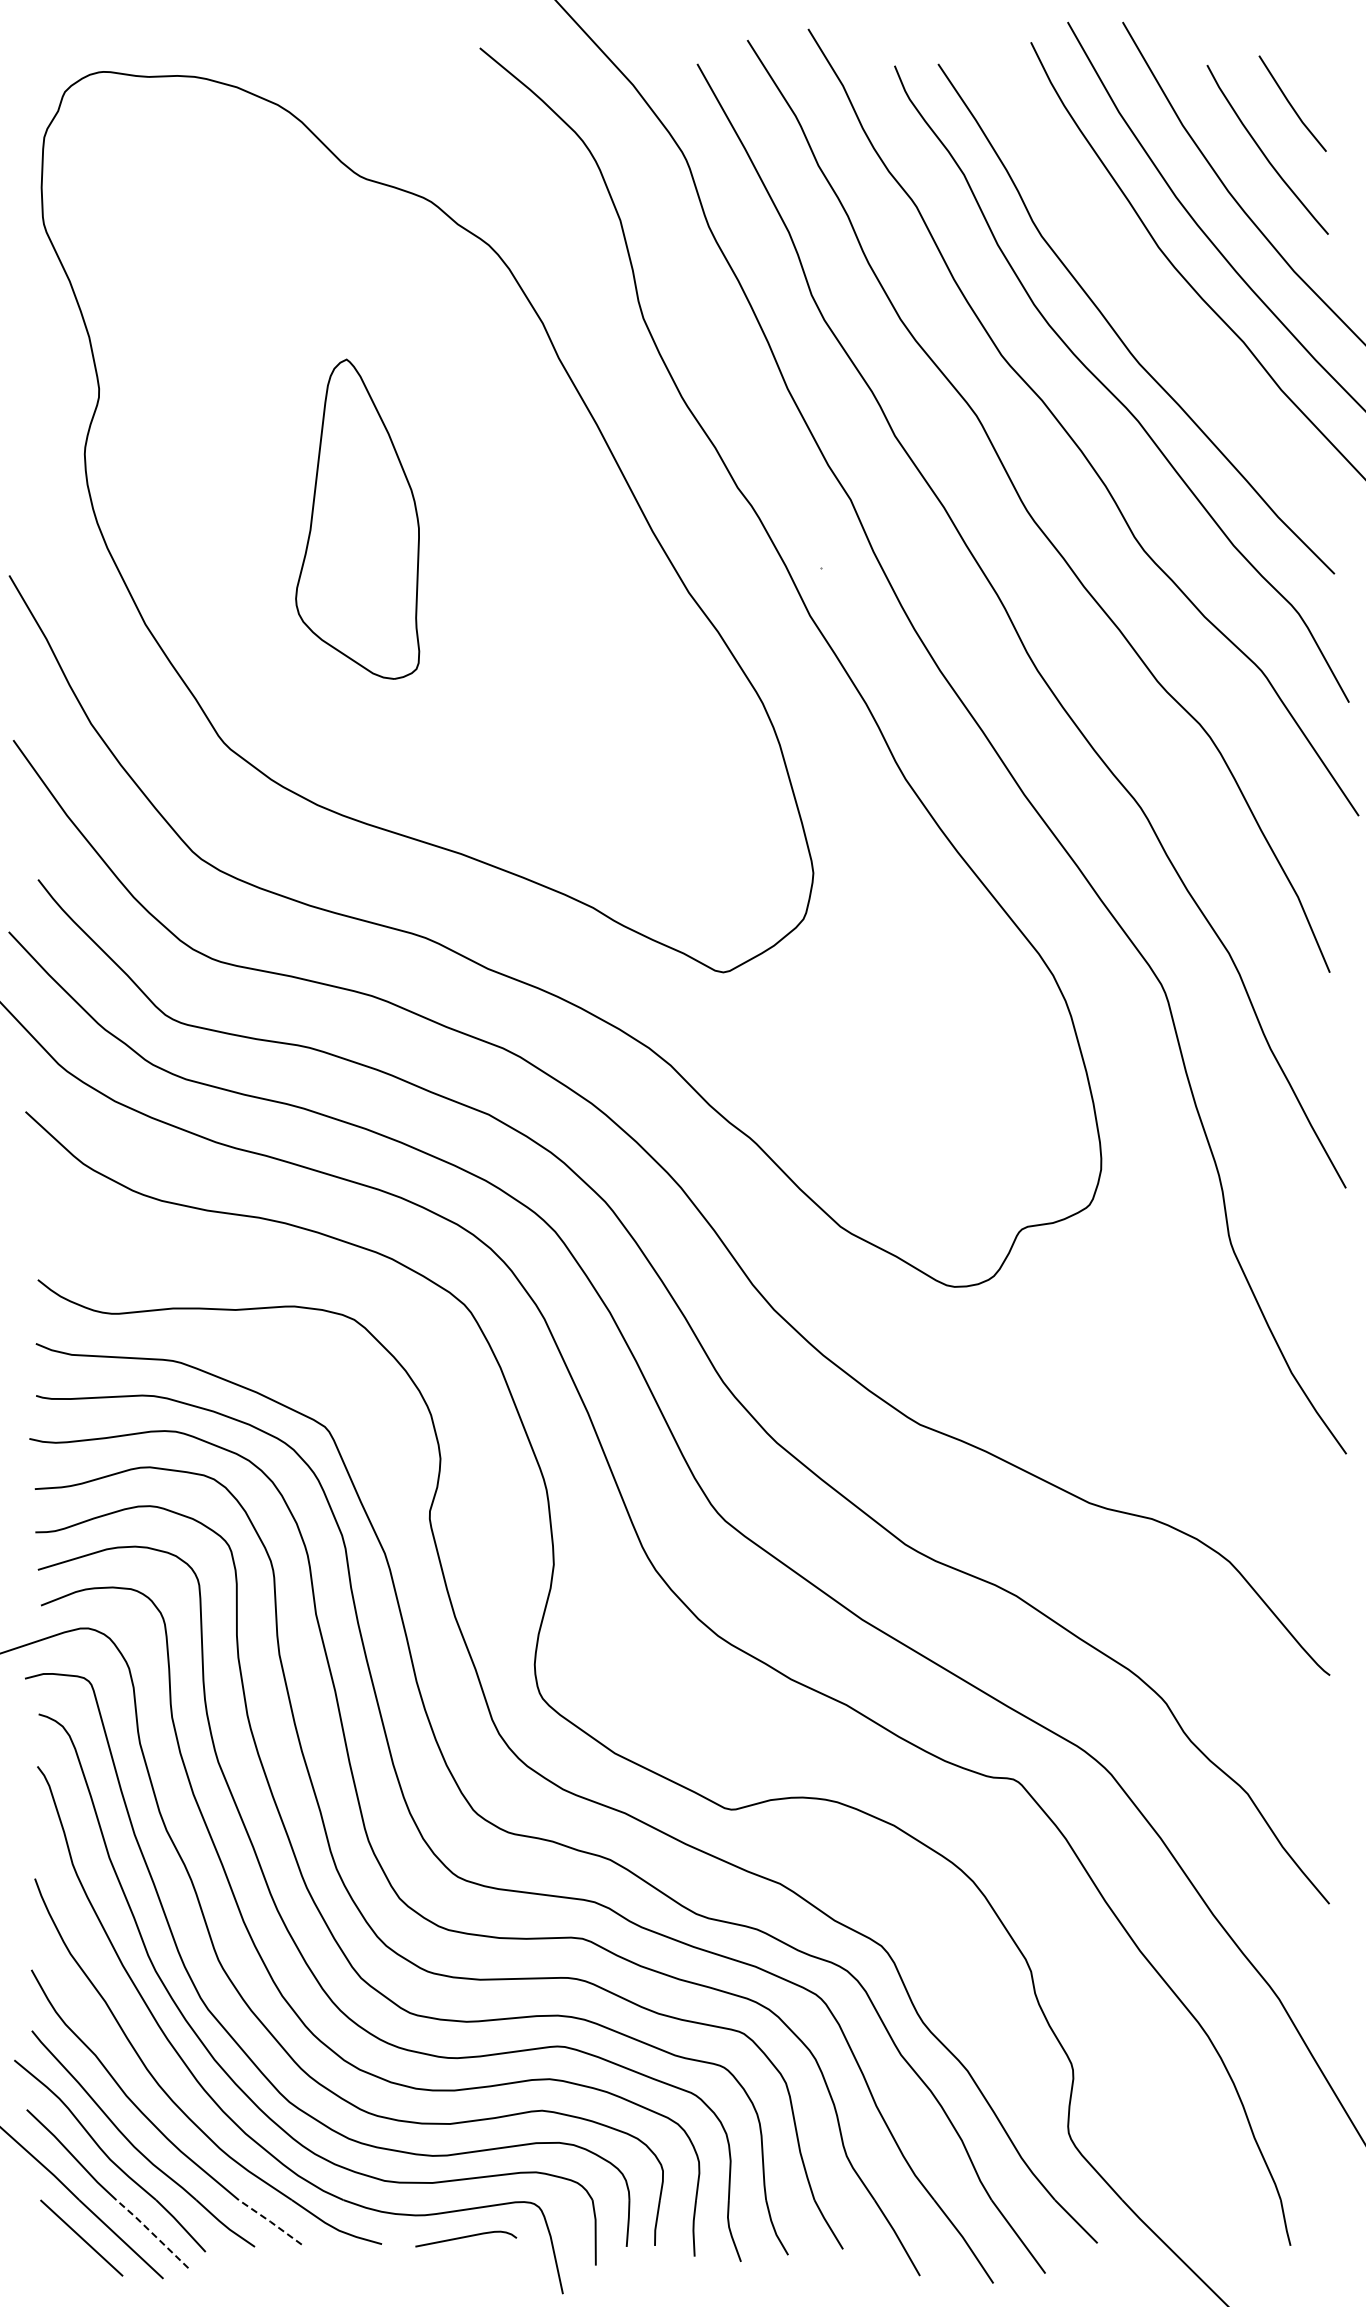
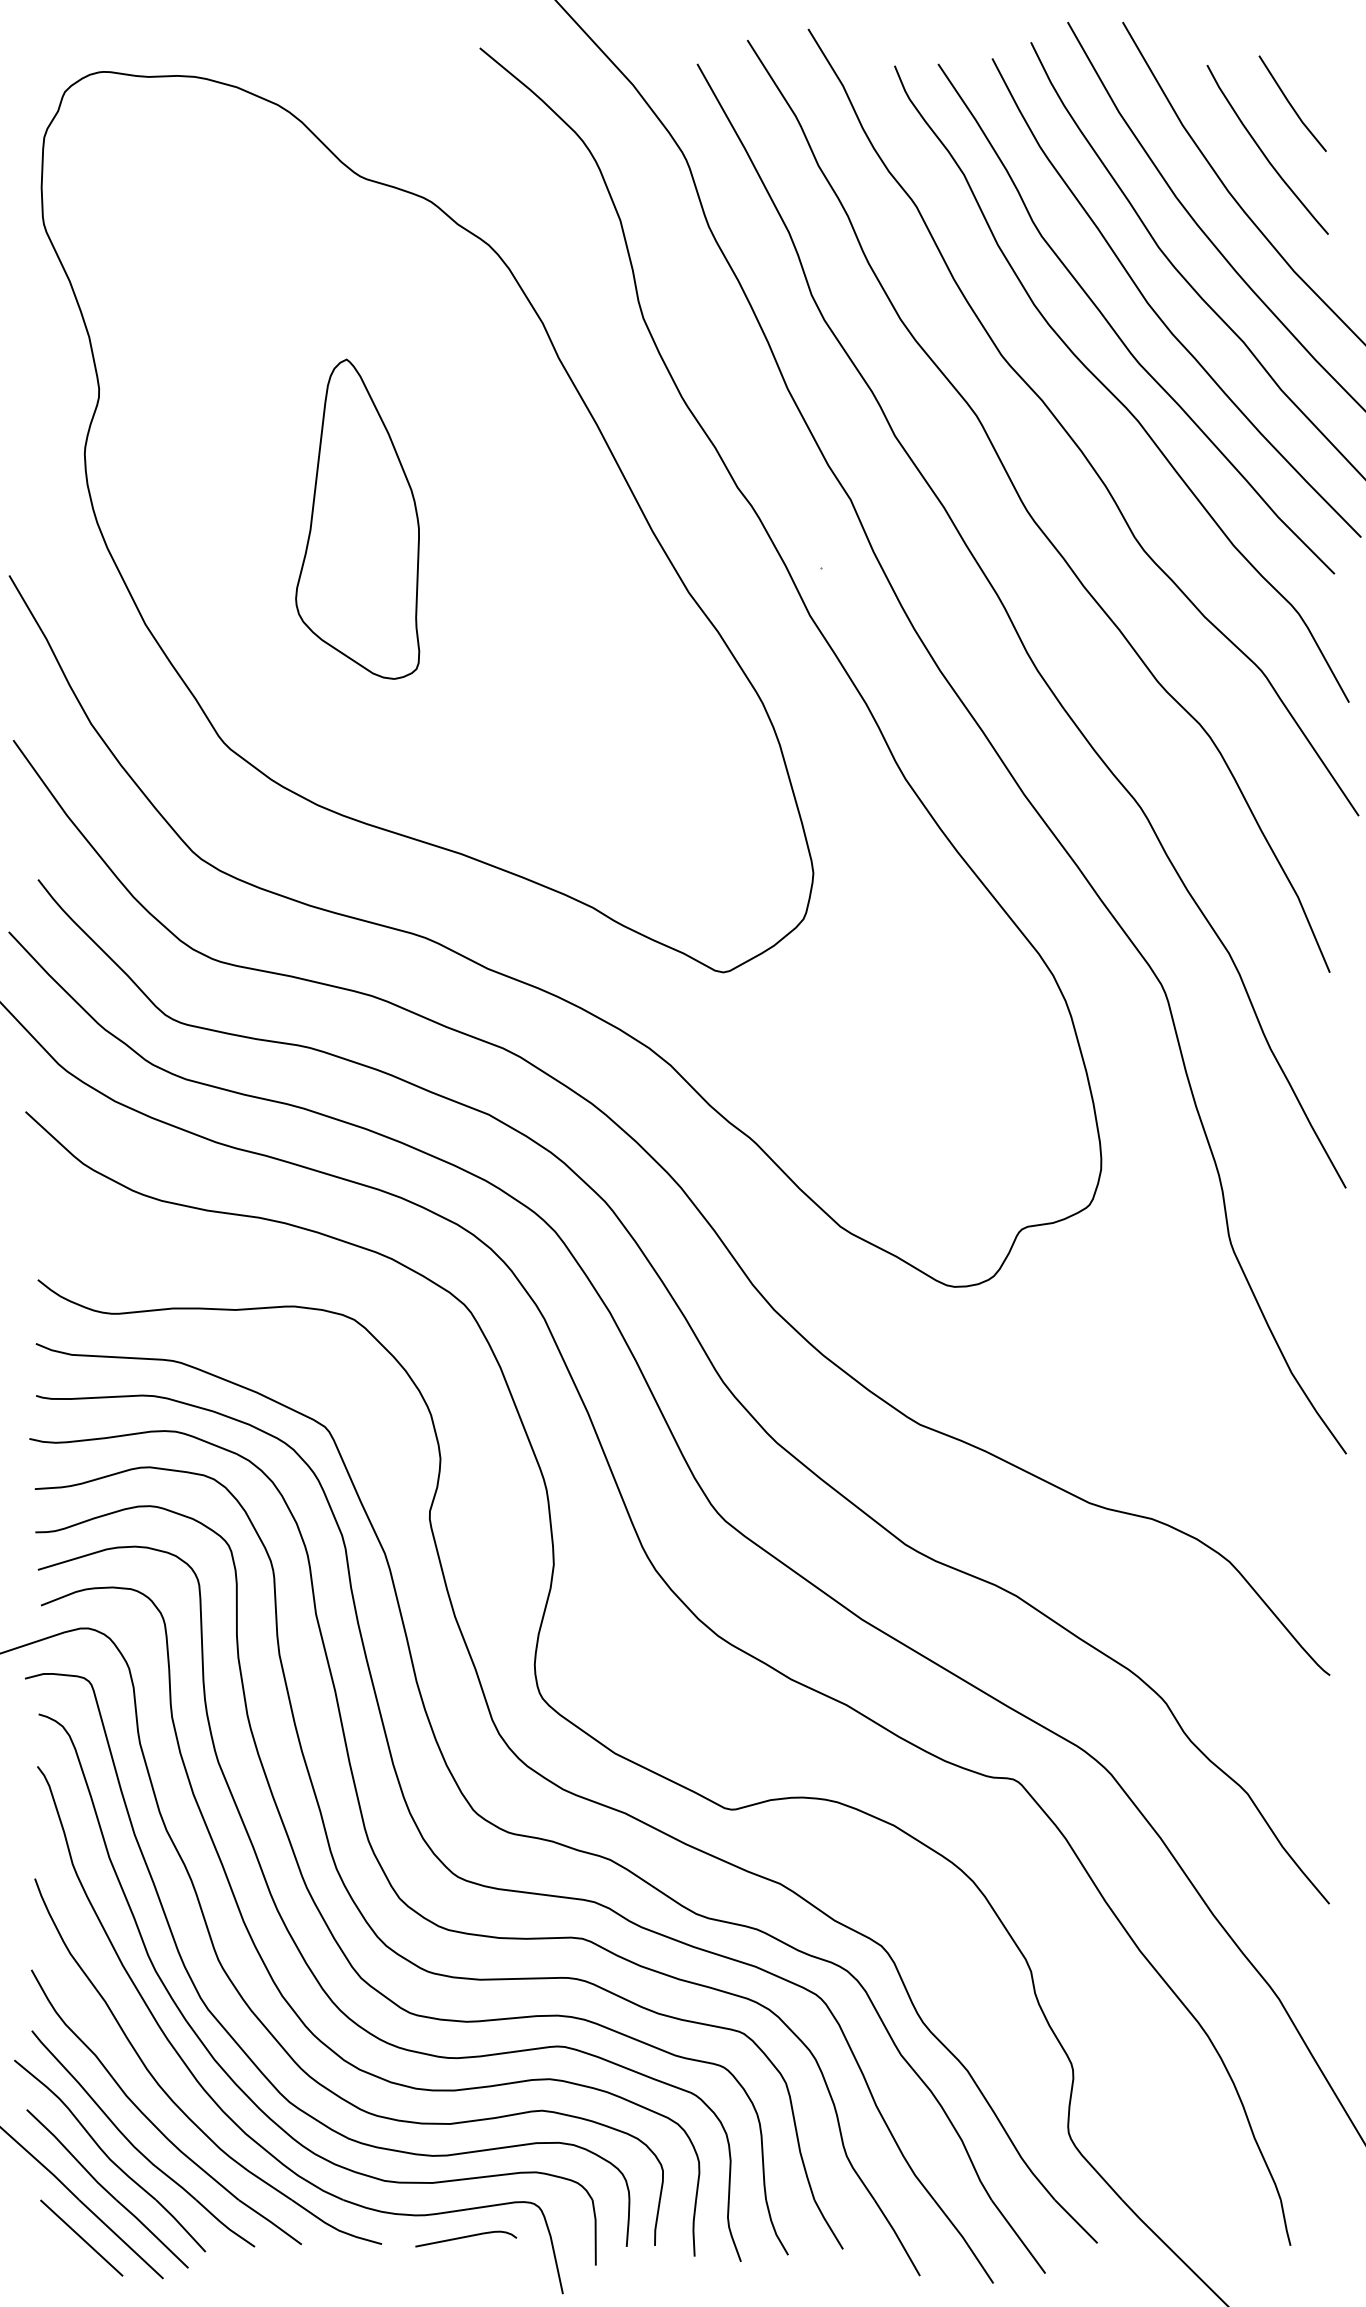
curve at (1157, 313): none -> present
line at (270, 2221): dashed -> solid
line at (152, 2233): dashed -> solid
